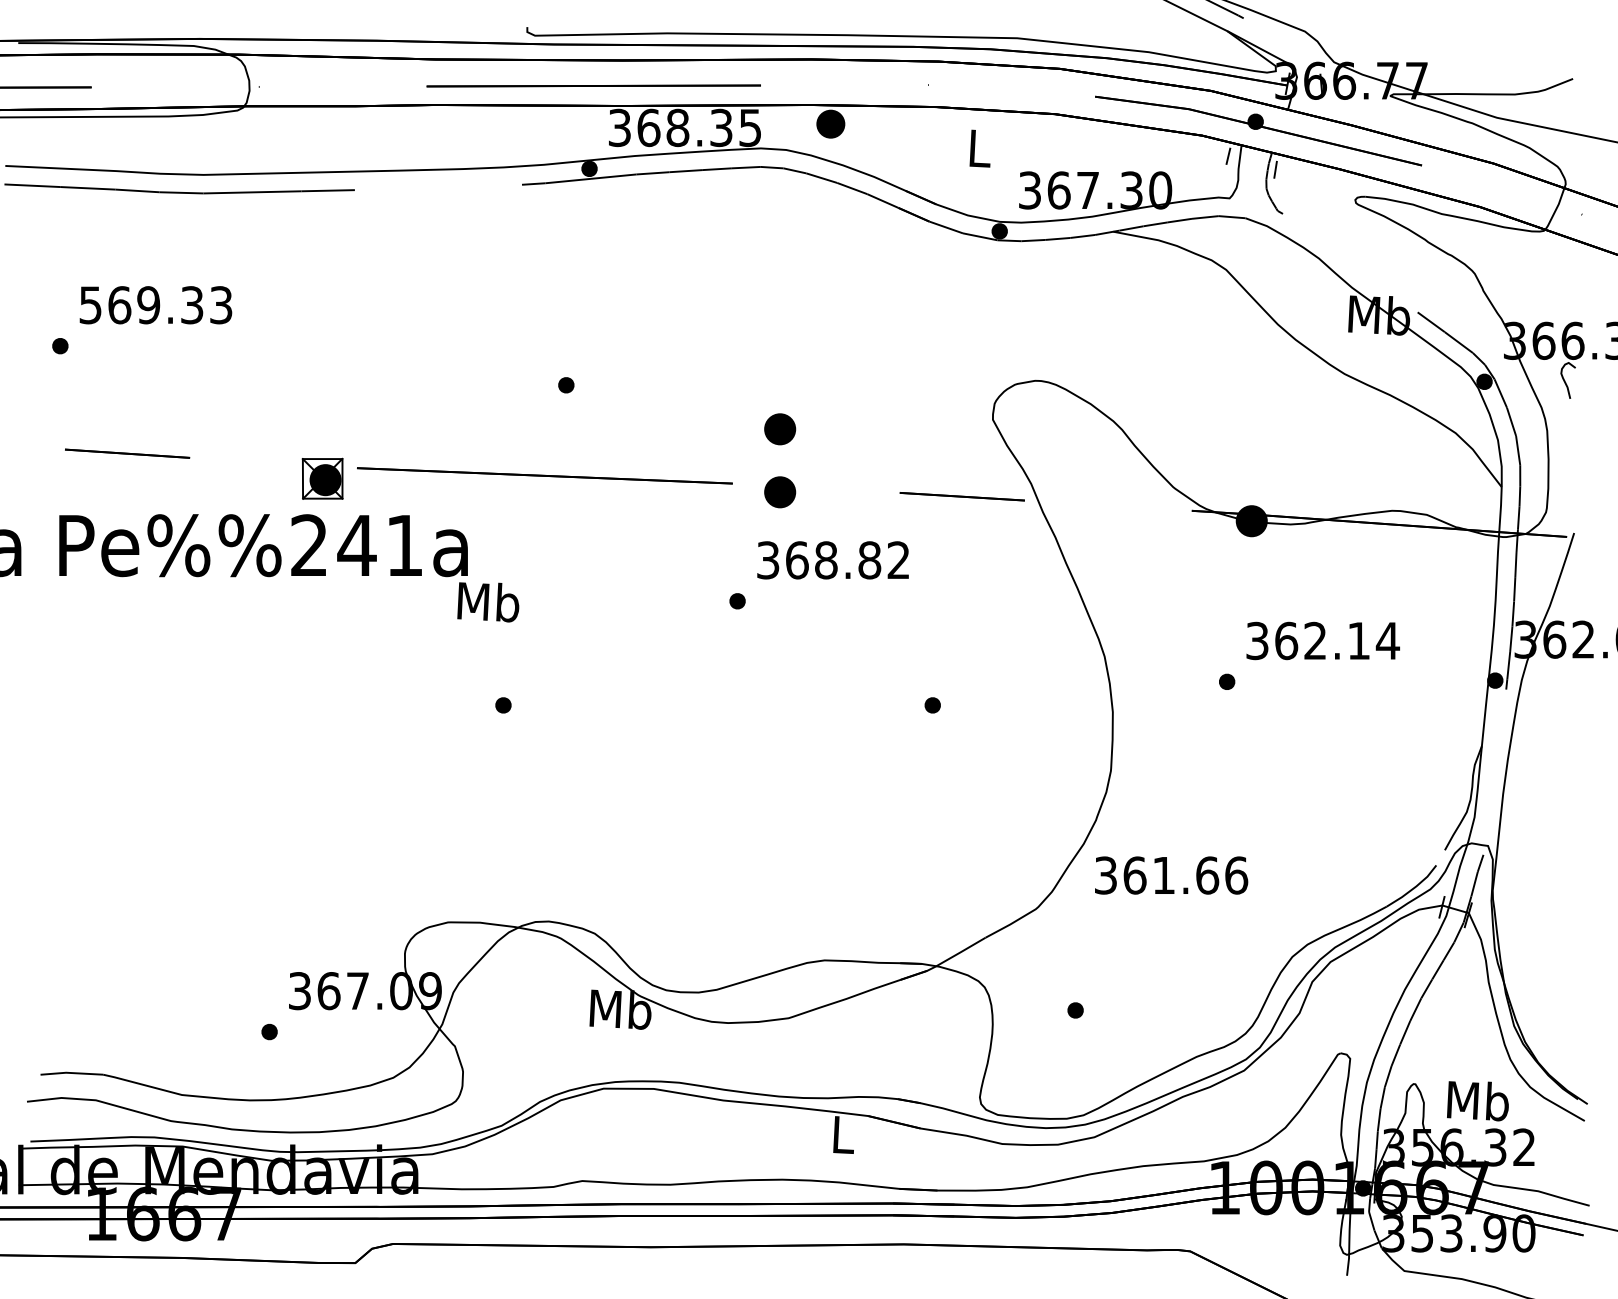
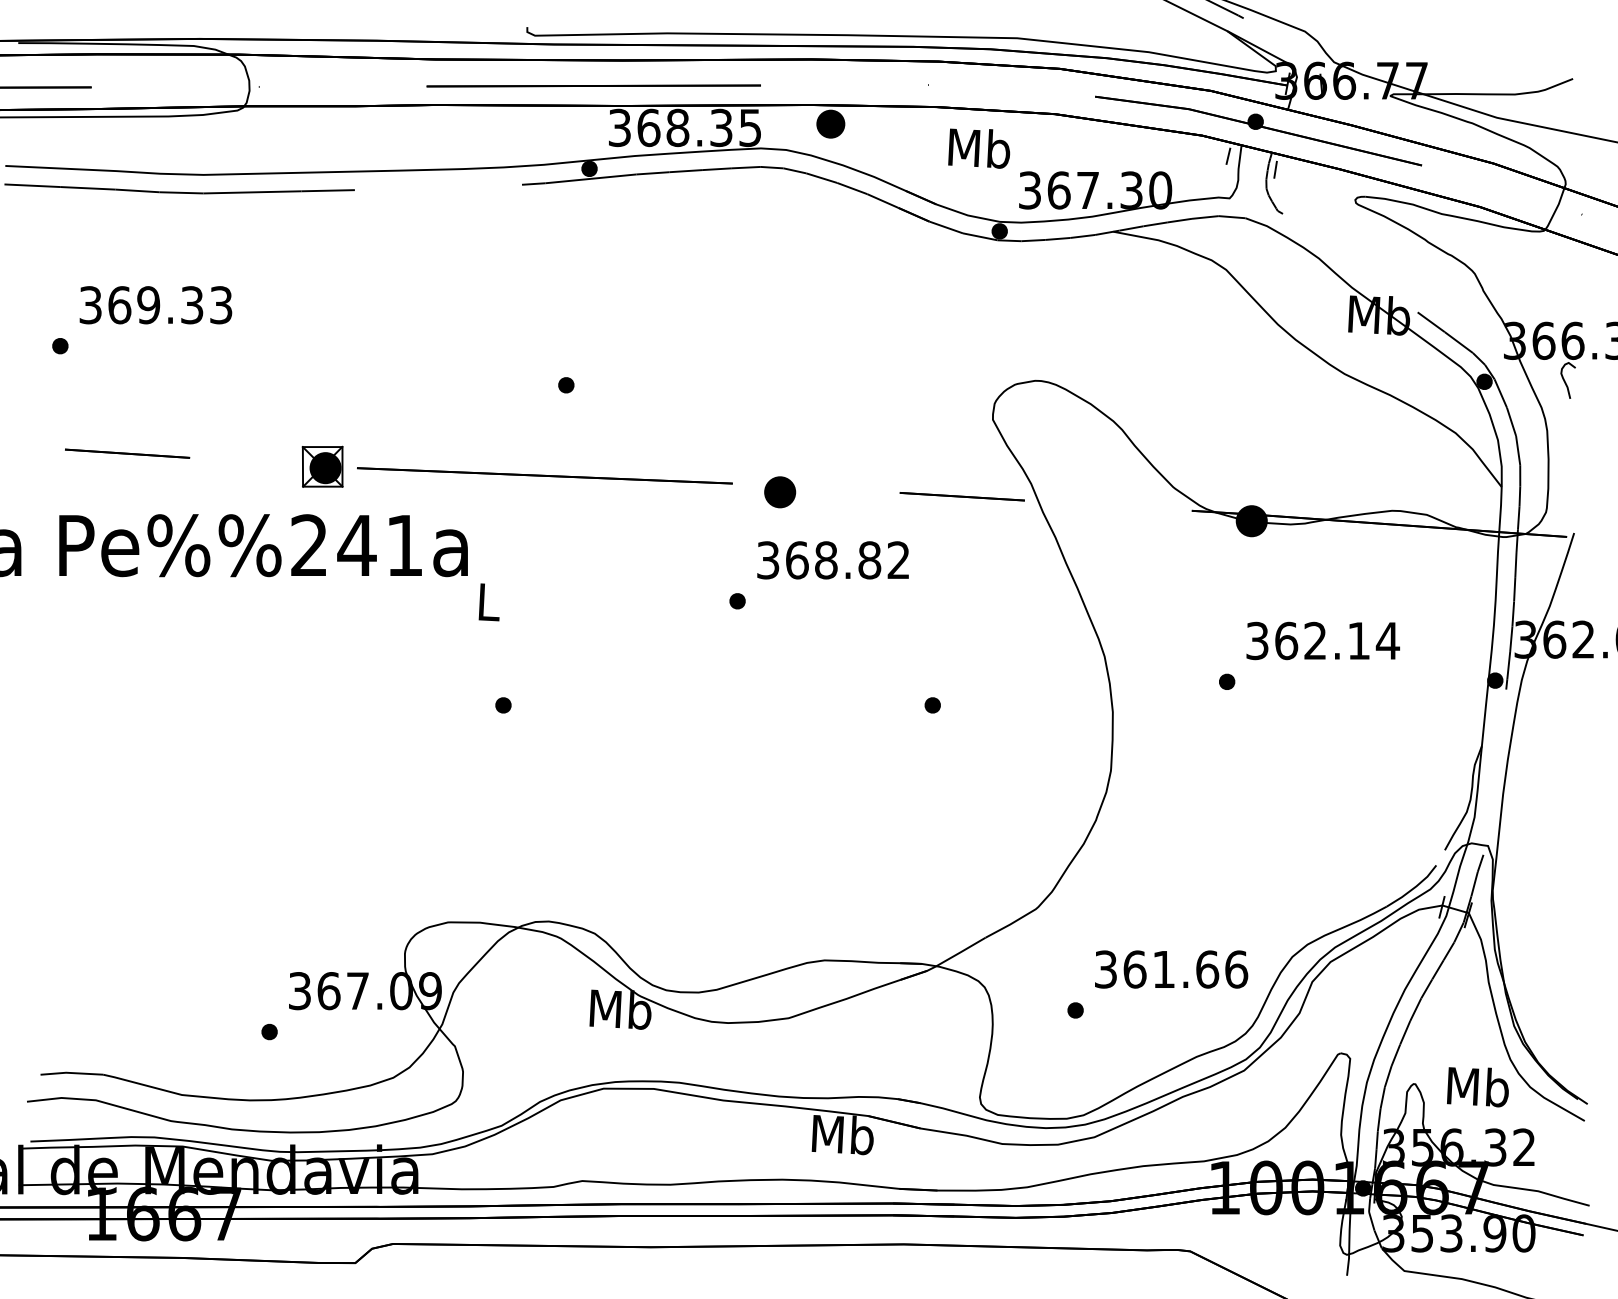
text at (979, 148): L -> Mb
text at (90, 304): 569.33 -> 369.33
part at (780, 429): present -> none
part at (322, 478) position: (322, 478) -> (322, 466)
text at (488, 602): Mb -> L
text at (1171, 875) position: (1171, 875) -> (1171, 969)
text at (1477, 1101) position: (1477, 1101) -> (1477, 1087)
text at (842, 1135): L -> Mb
